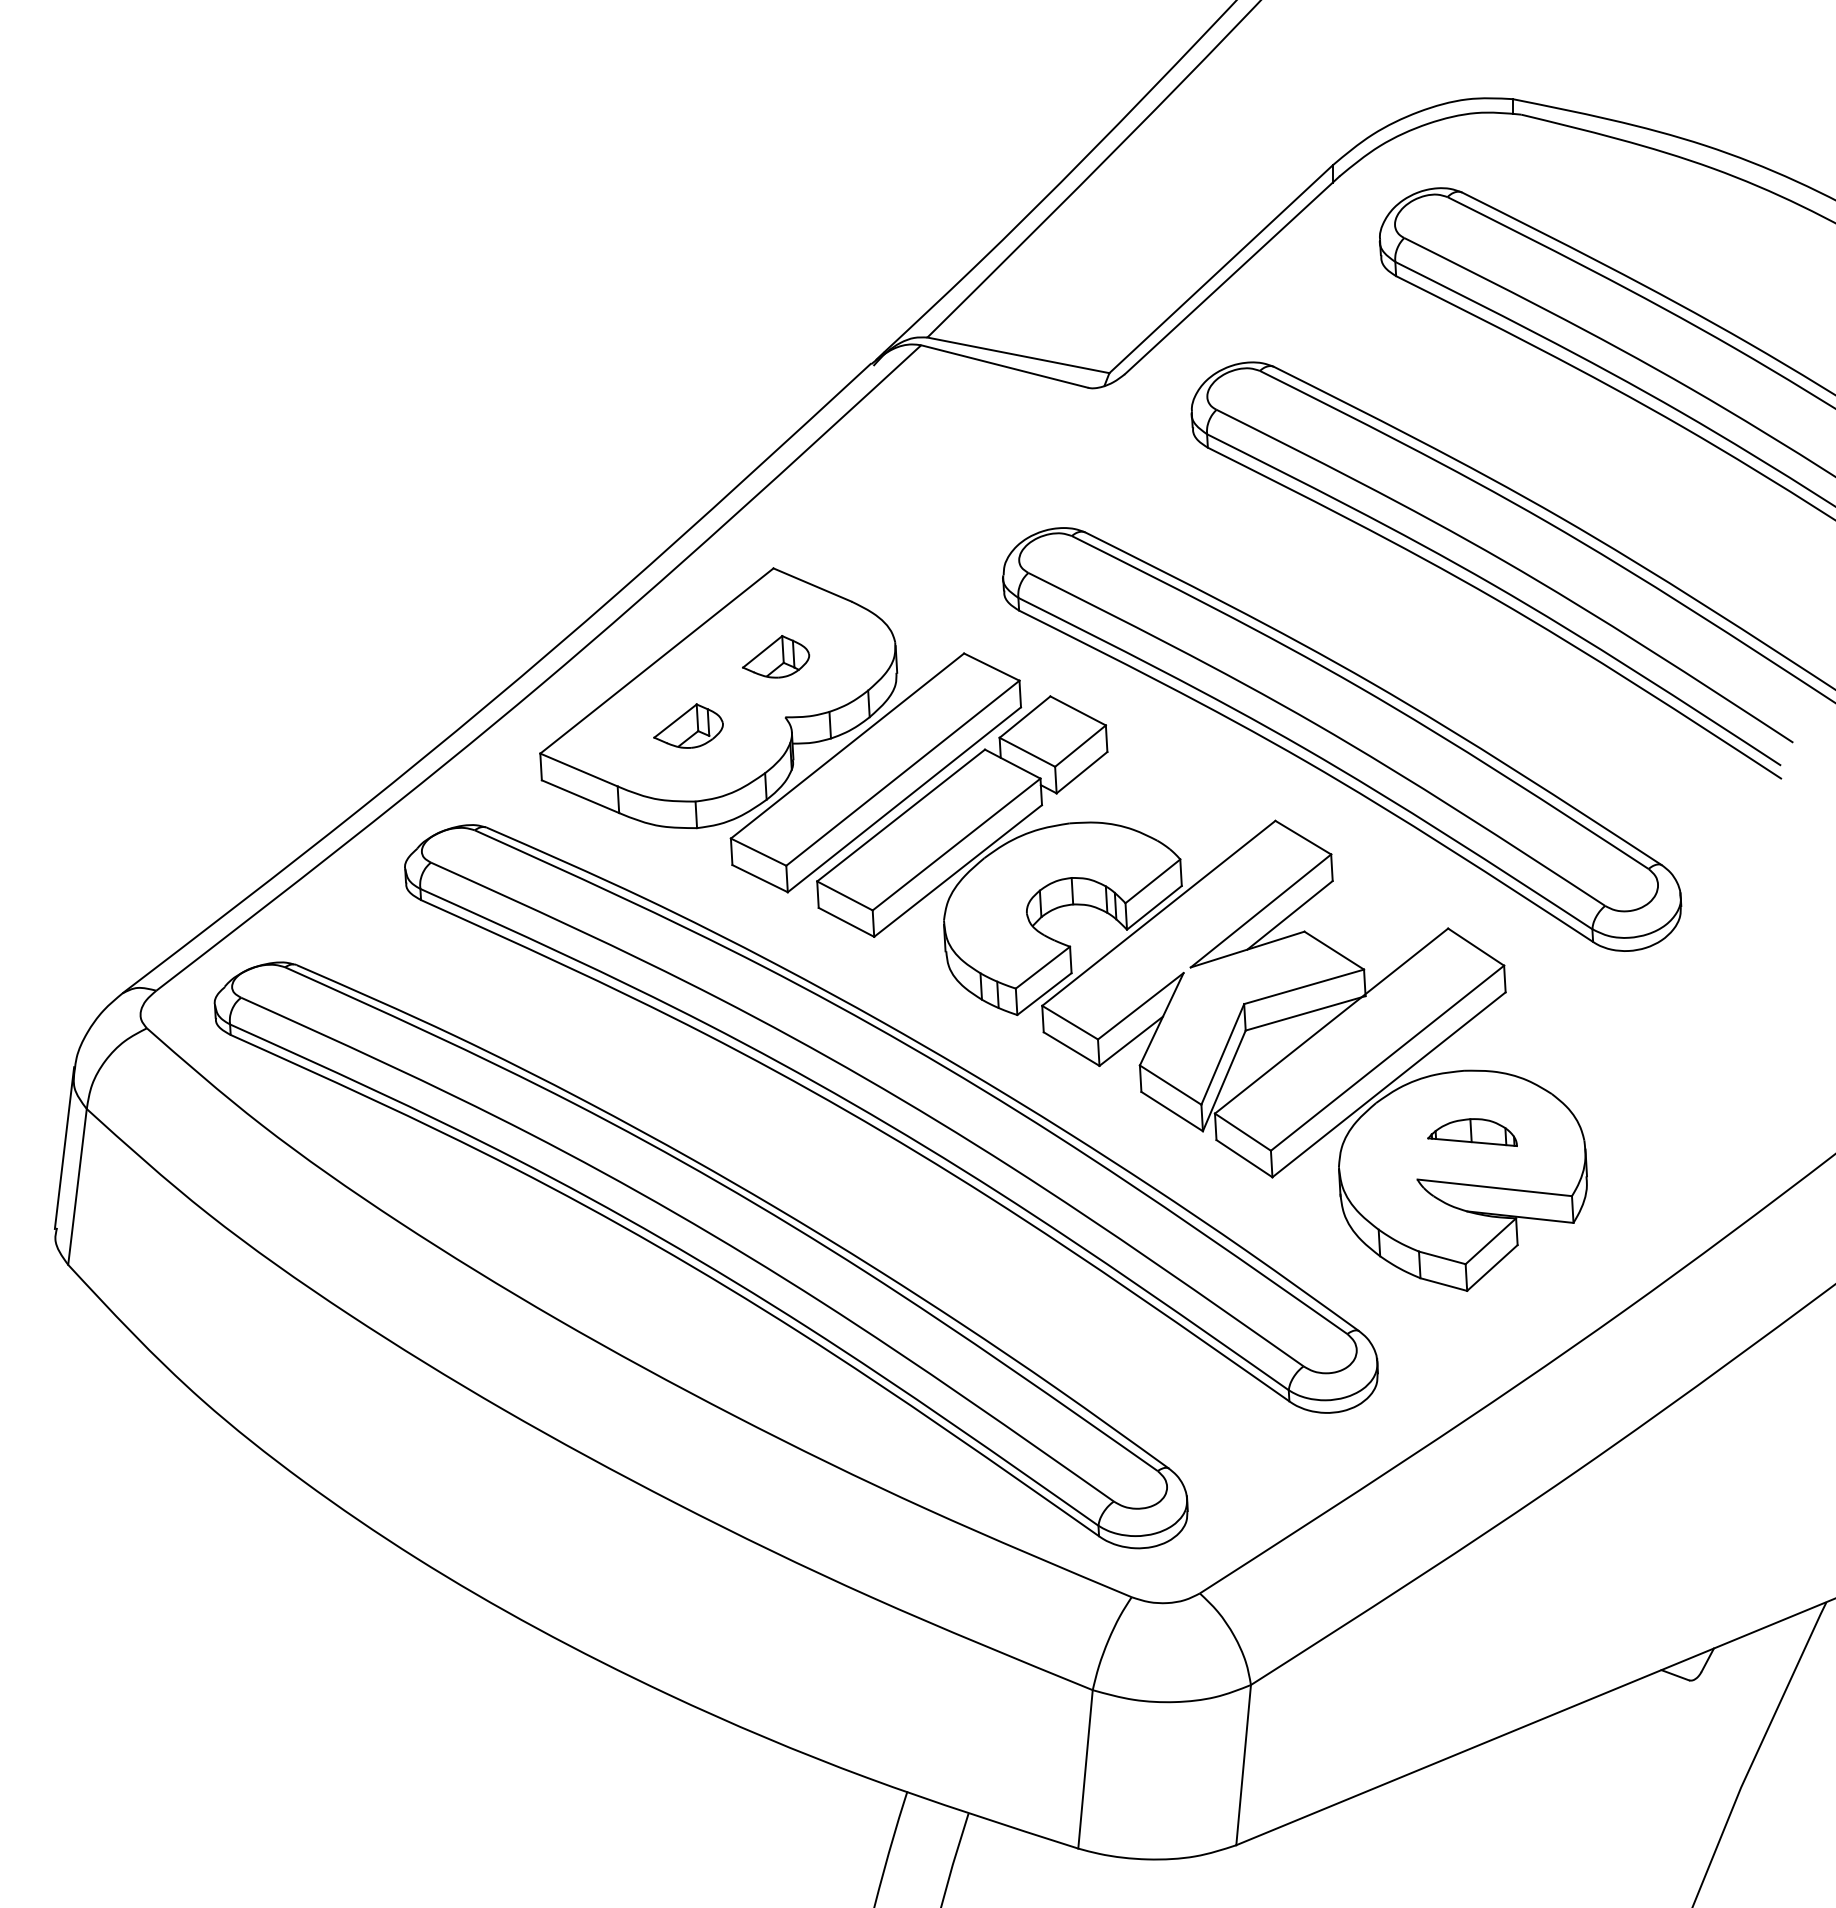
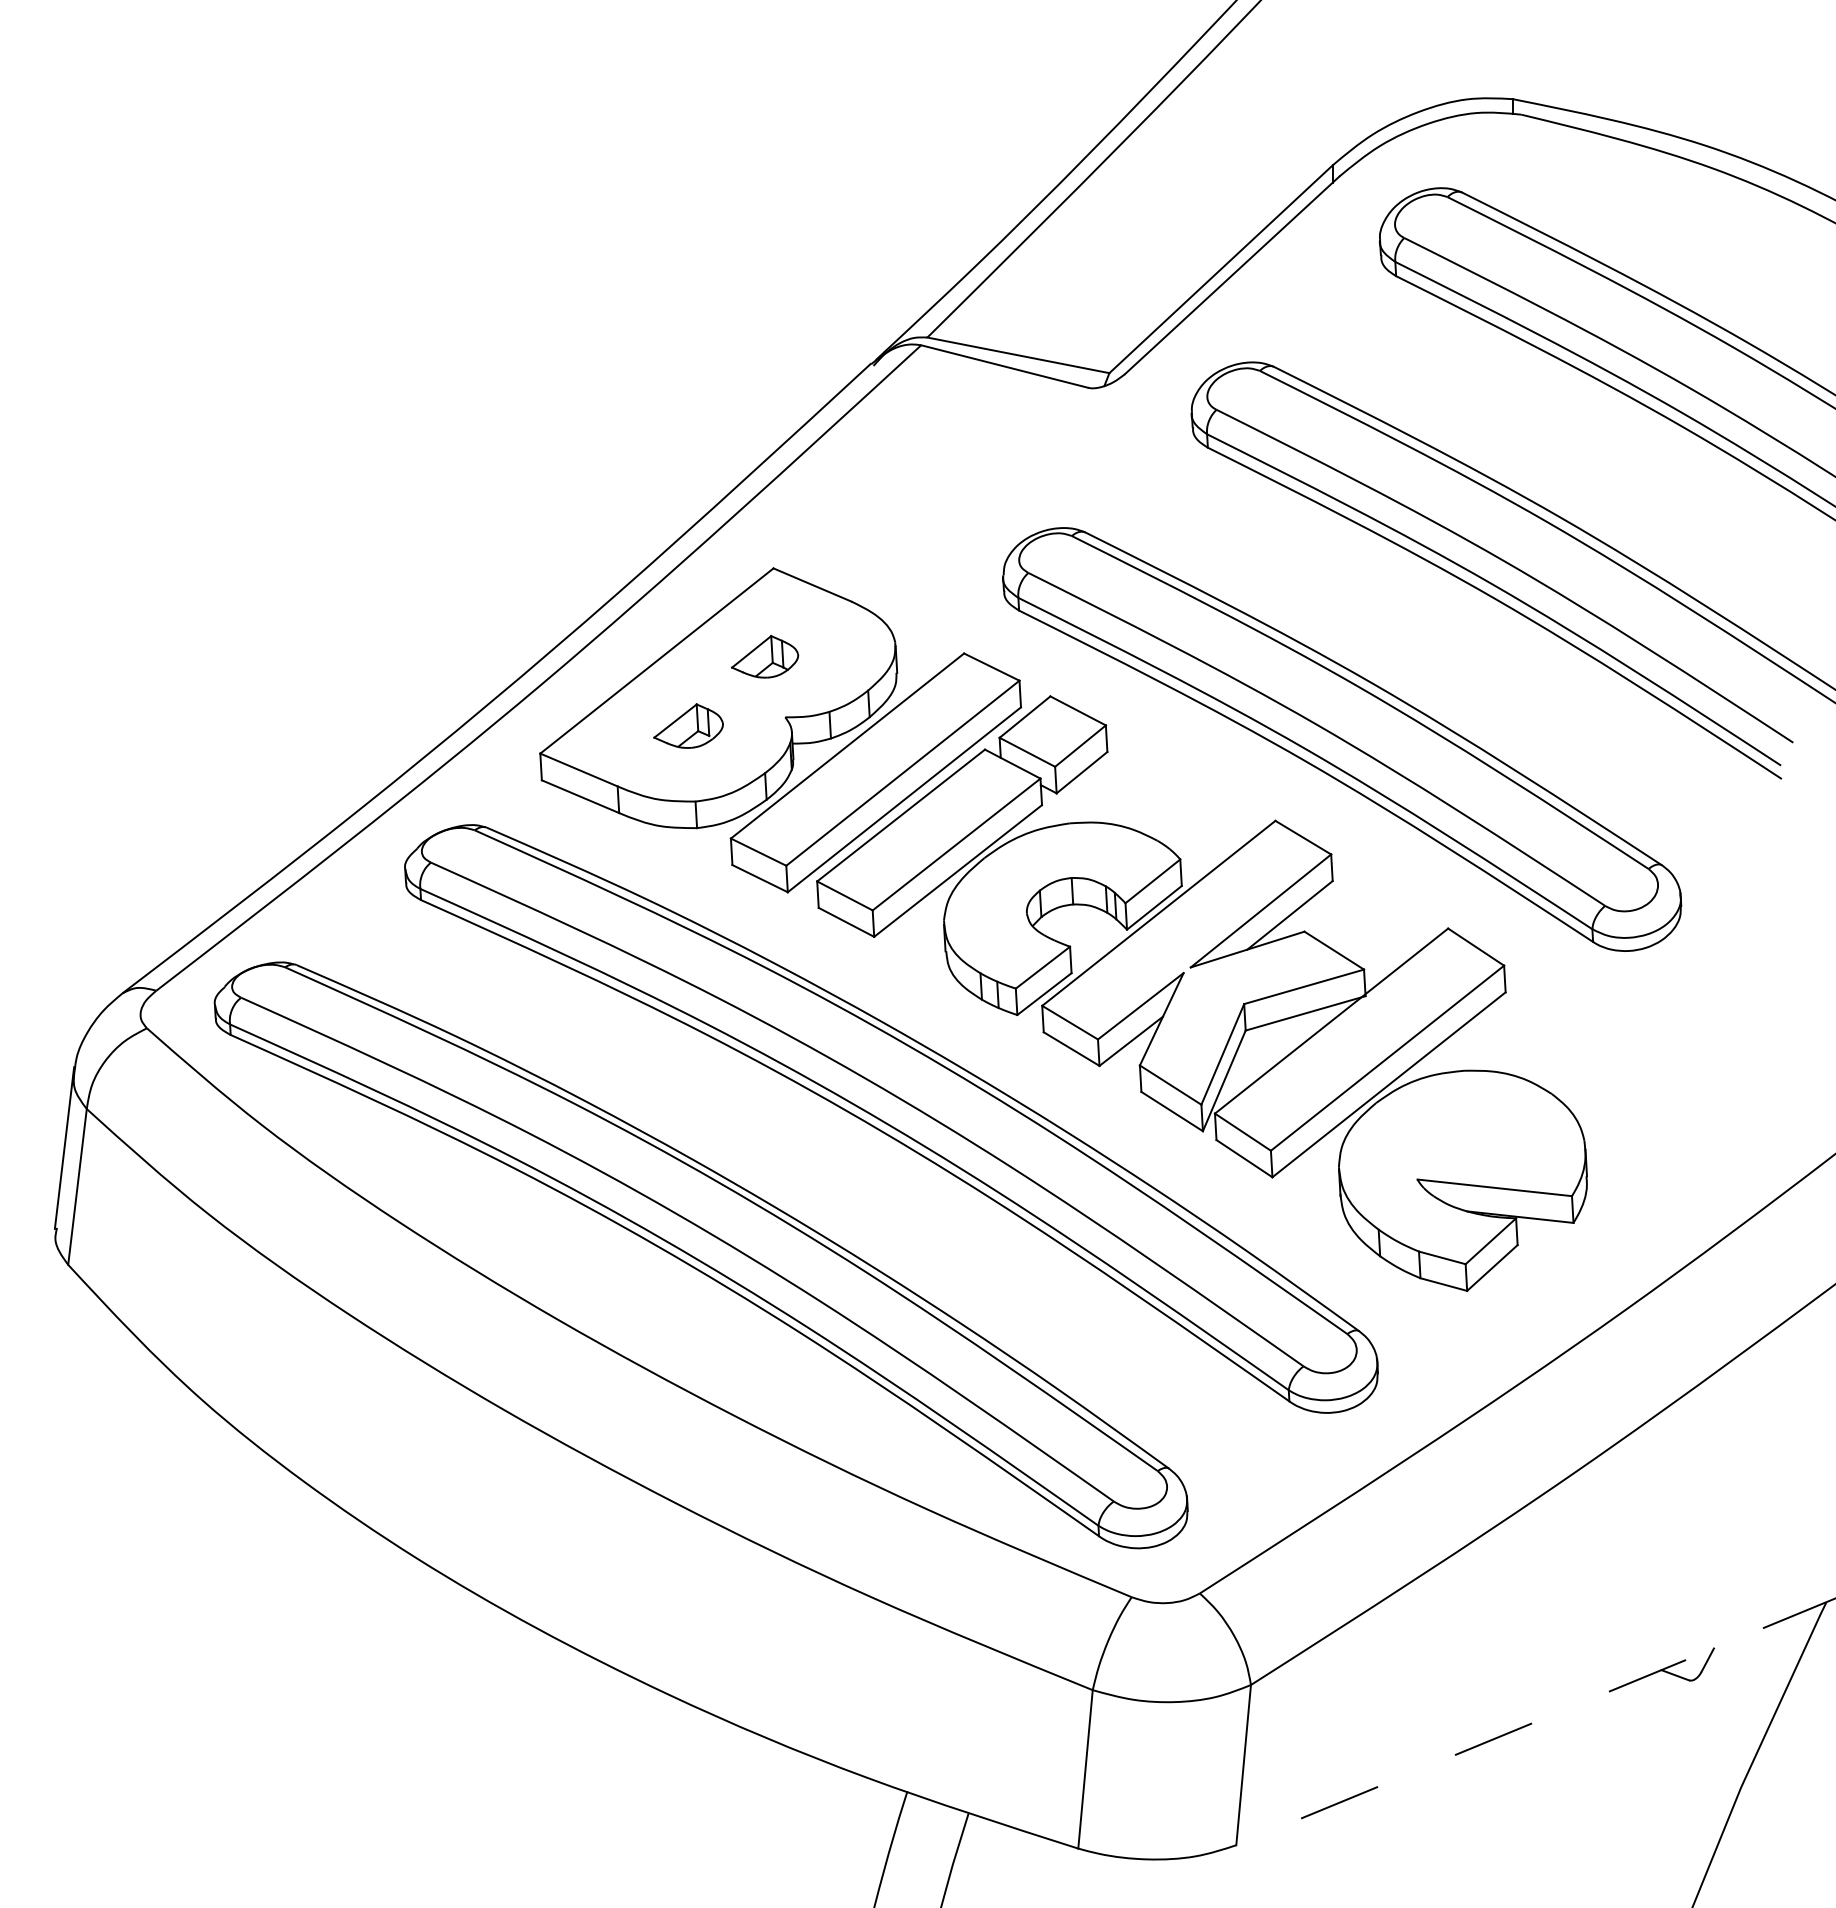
part at (776, 656) position: (776, 656) -> (765, 656)
part at (1472, 1132): present -> none
line at (1535, 1721): solid -> dashed
